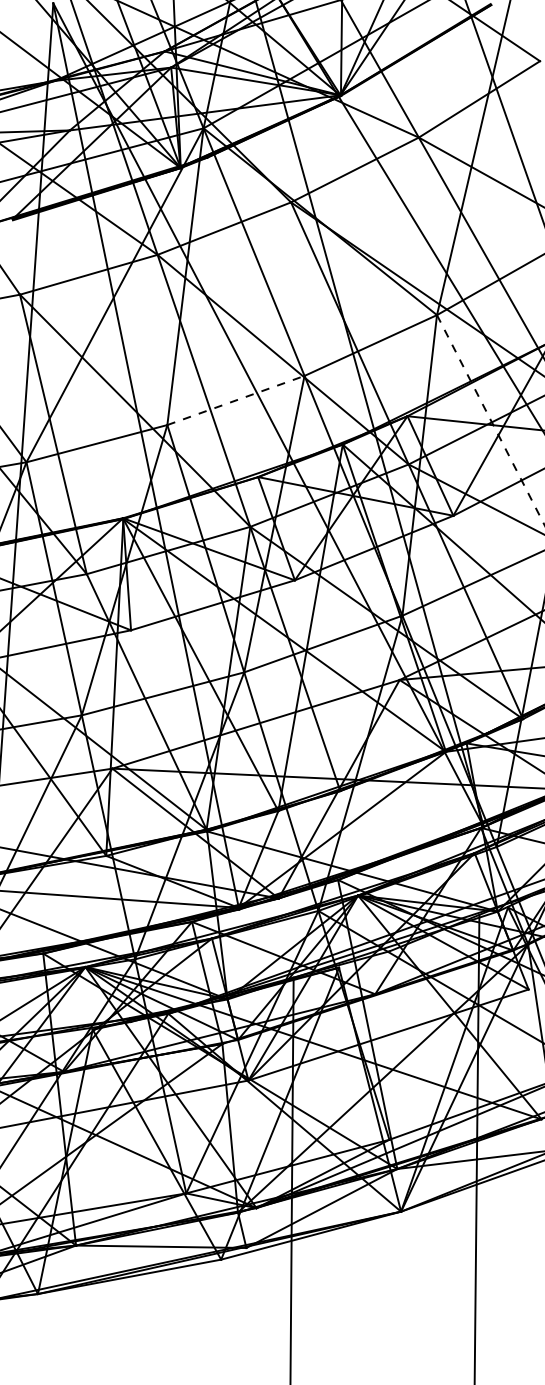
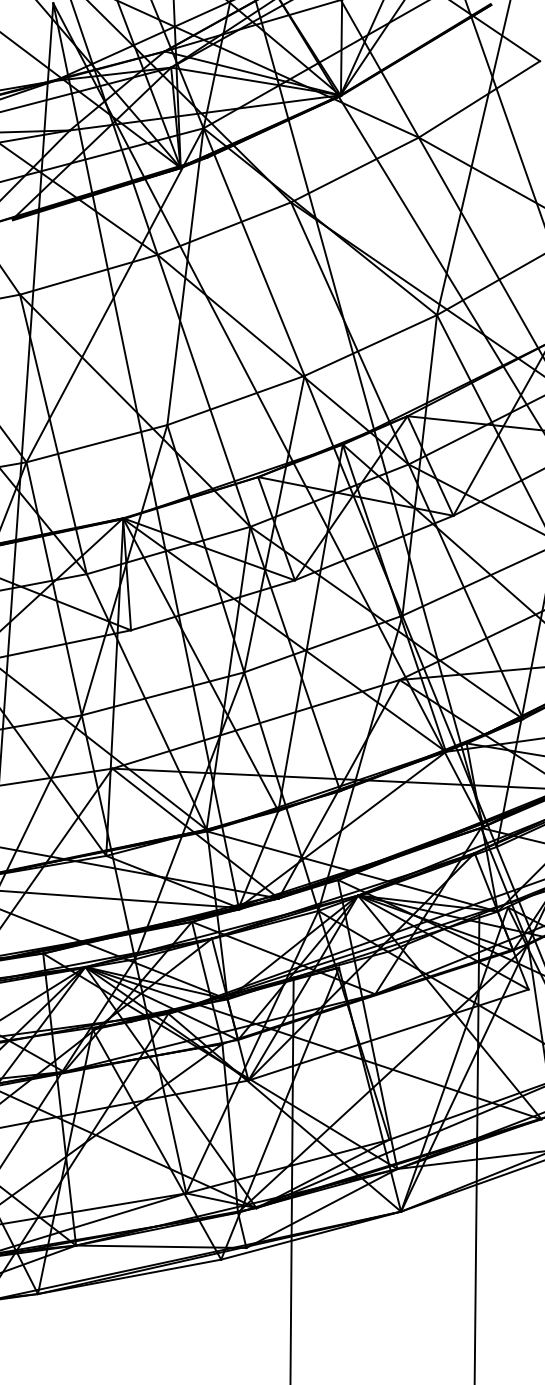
line at (235, 400): dashed -> solid
line at (490, 420): dashed -> solid
